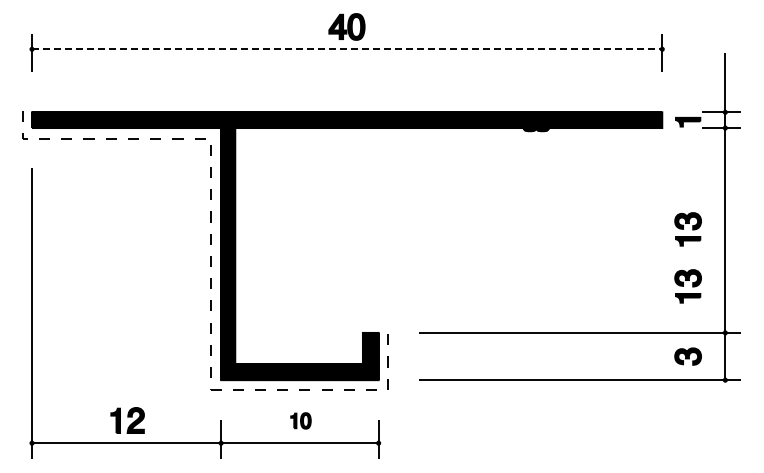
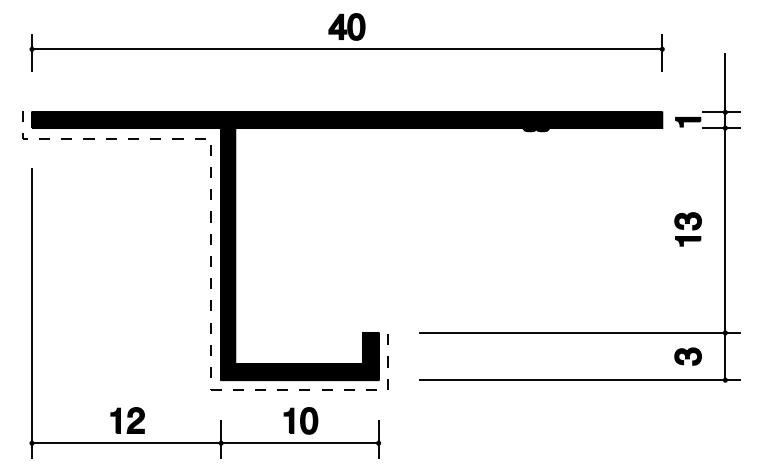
line at (347, 49): dashed -> solid
part at (687, 286): present -> none
part at (300, 420) size: 22x18 px -> 36x28 px
